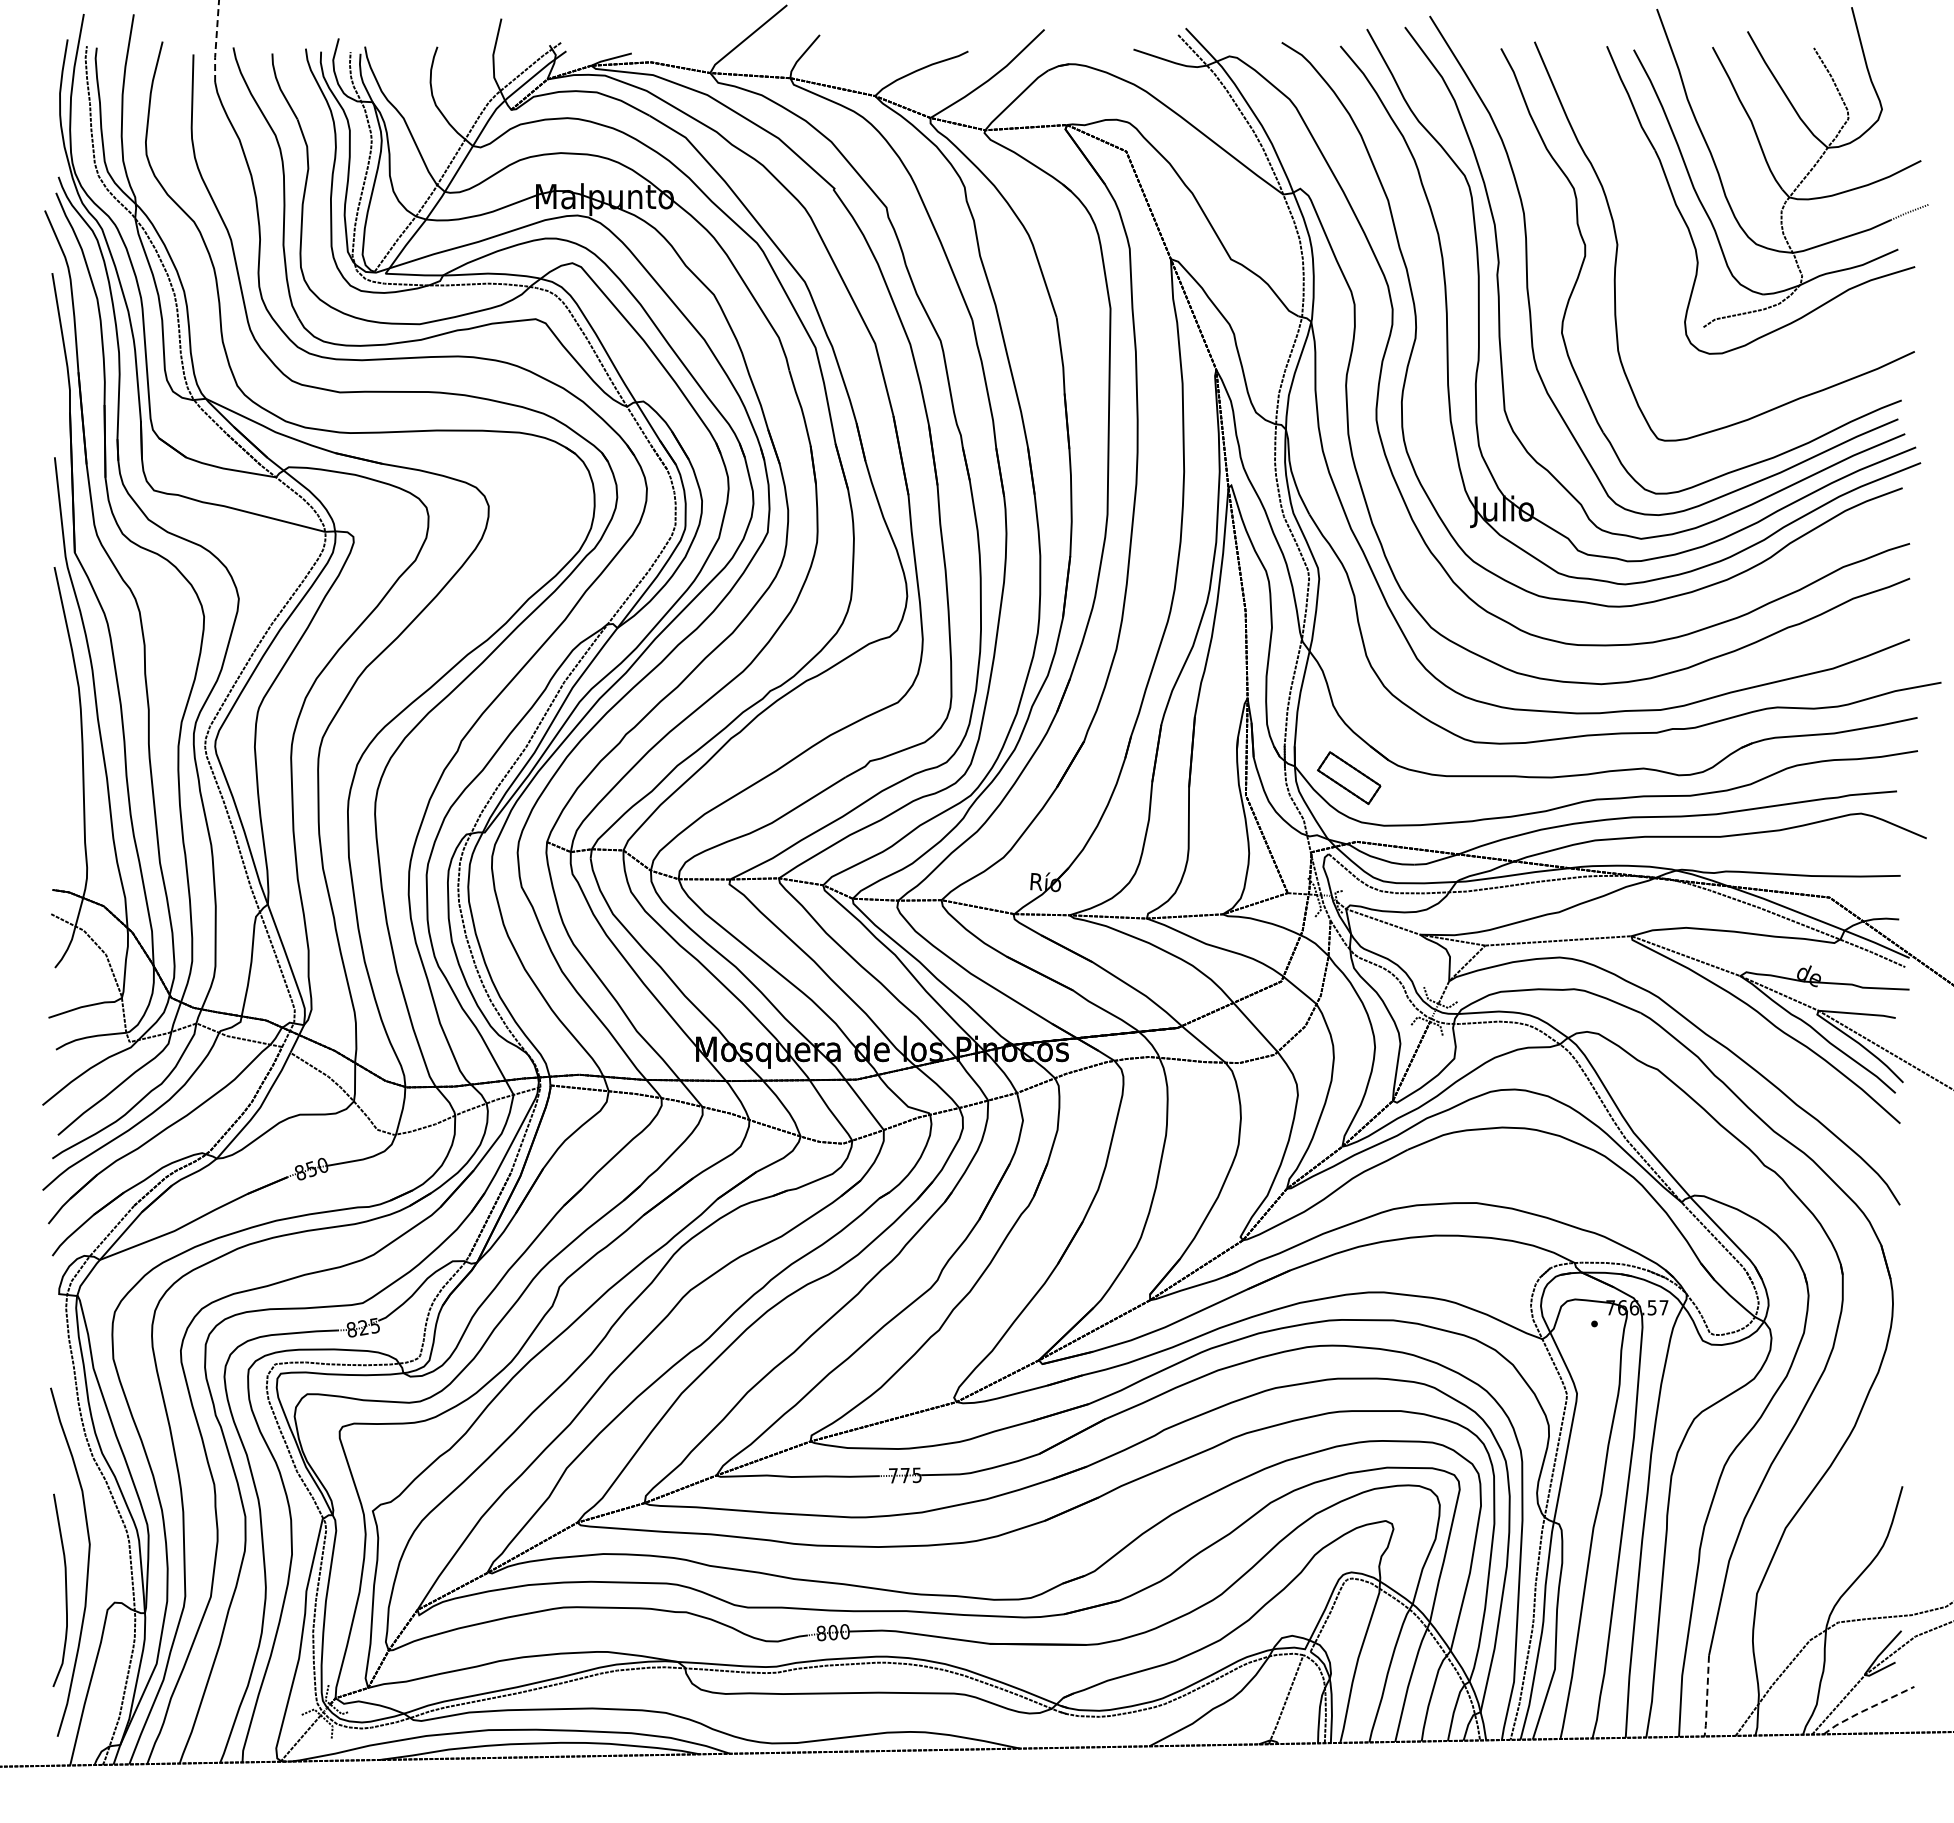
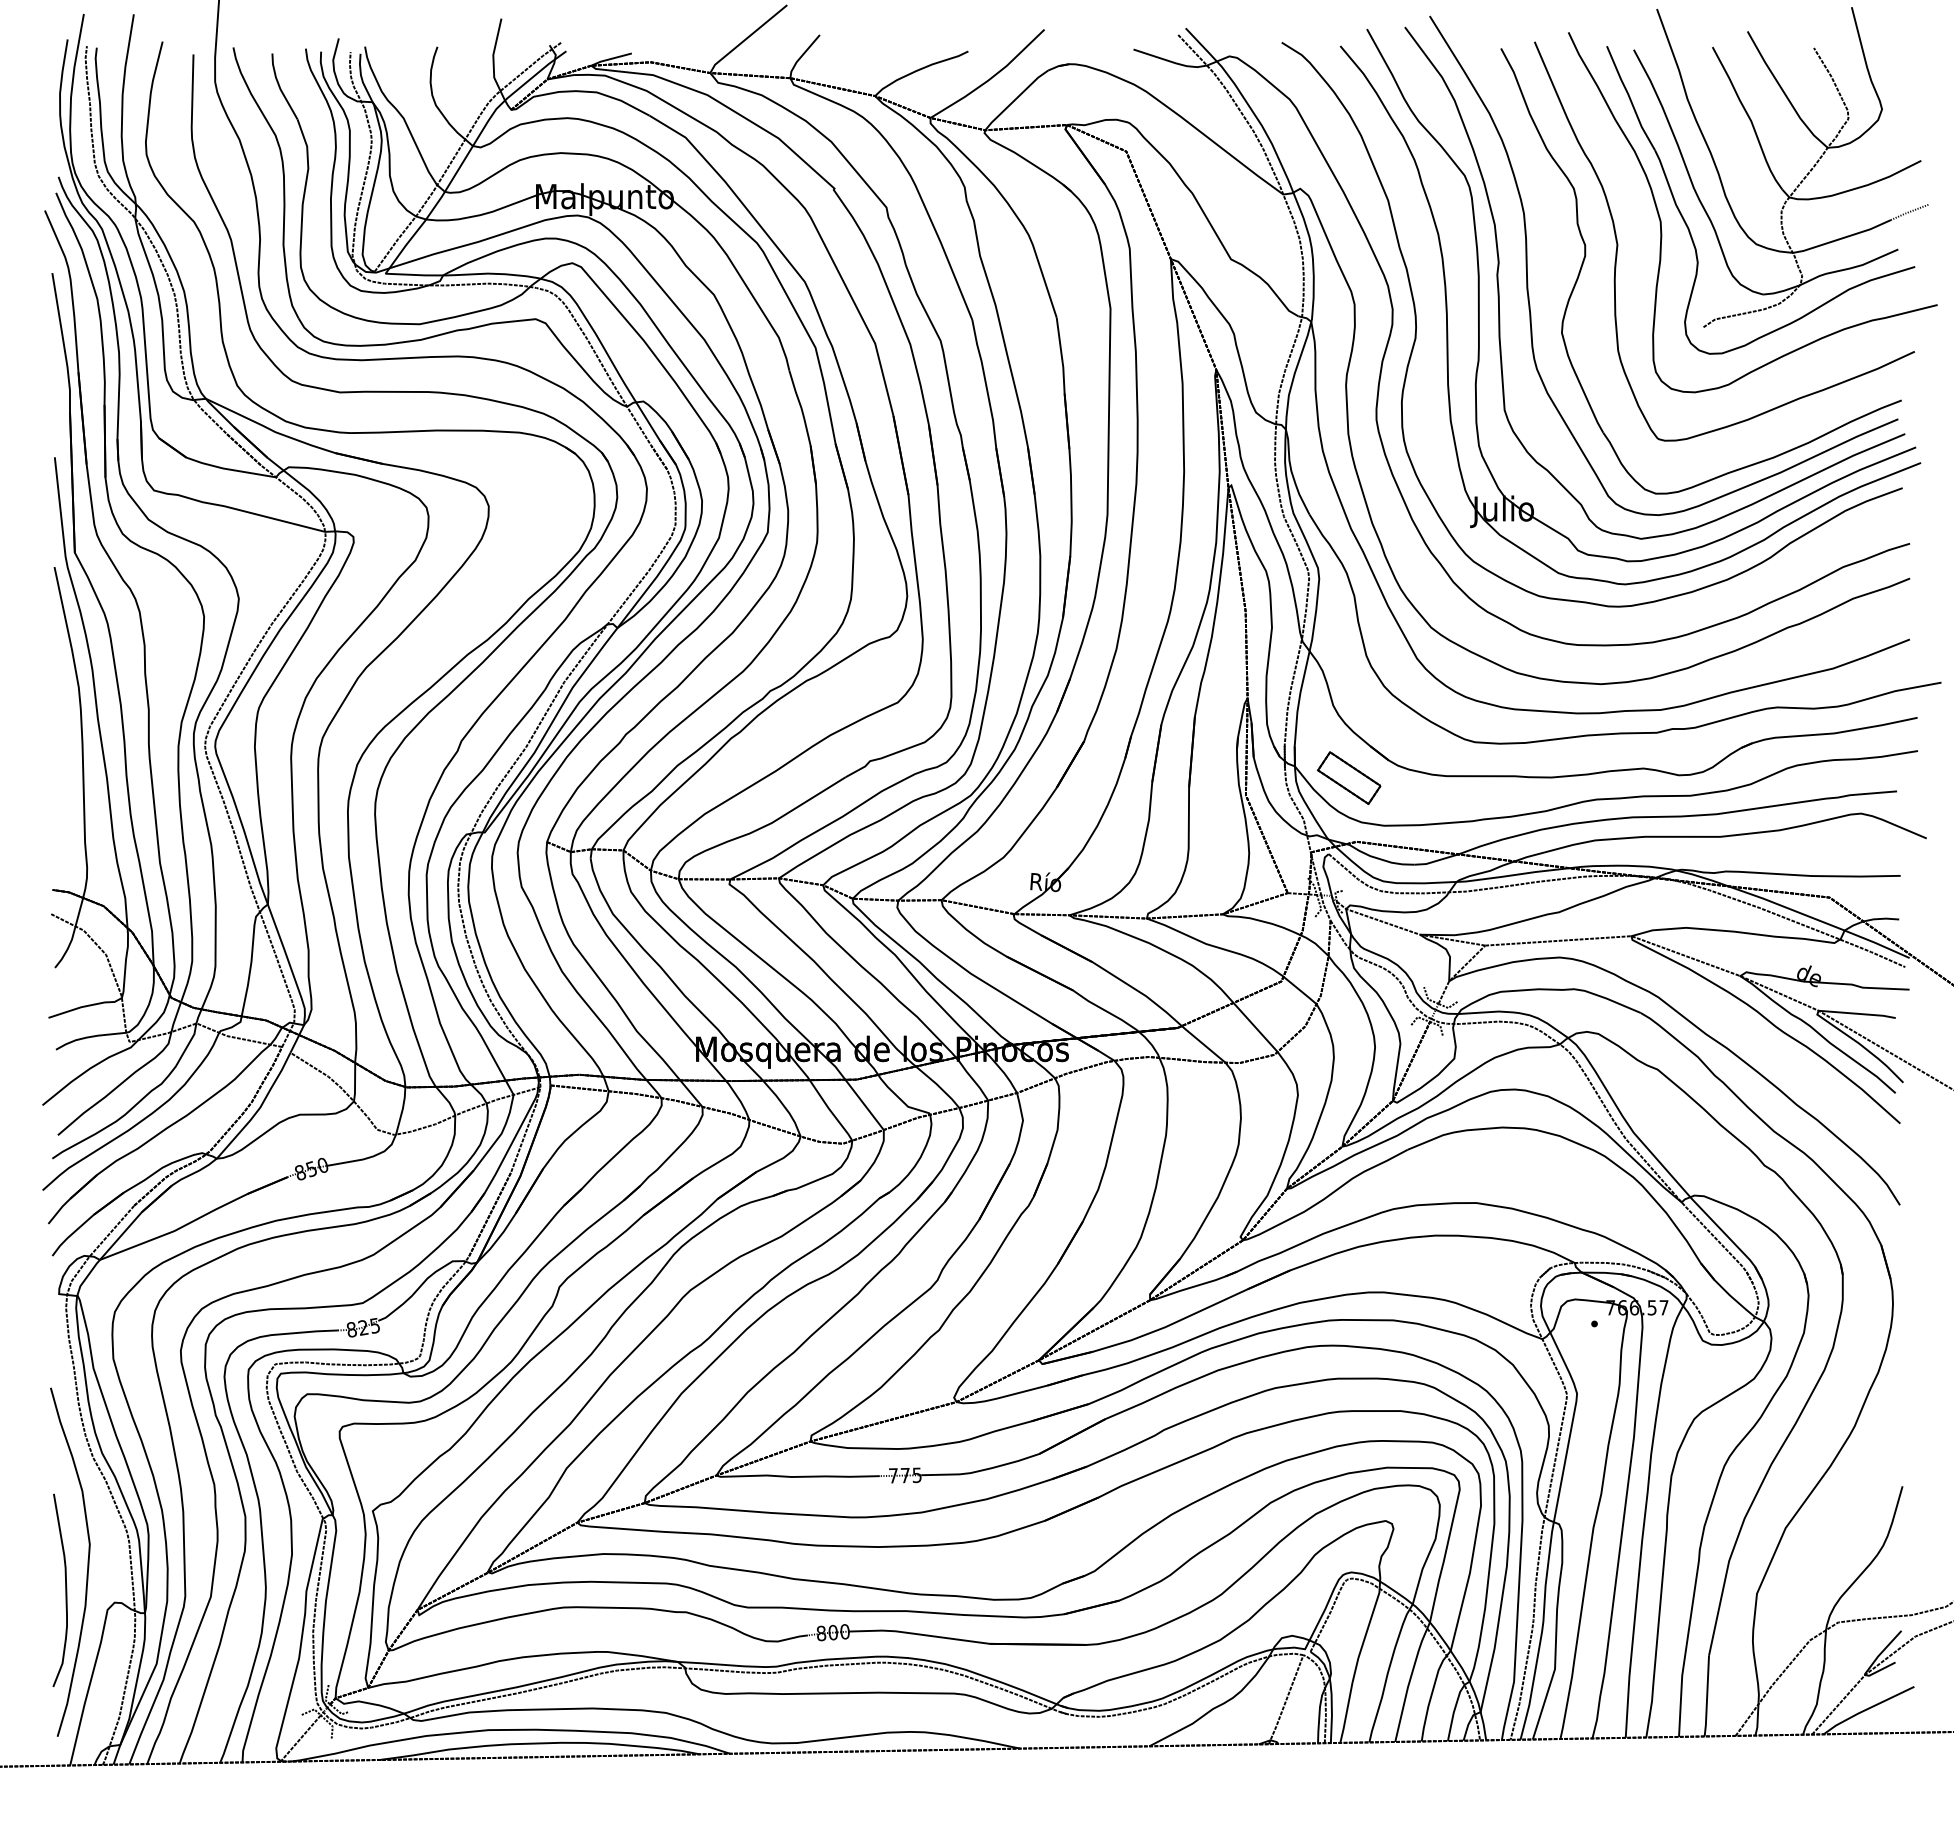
line at (216, 41): dashed -> solid
curve at (1661, 220): none -> present
line at (1707, 1697): dashed -> solid
line at (1867, 1709): dashed -> solid
